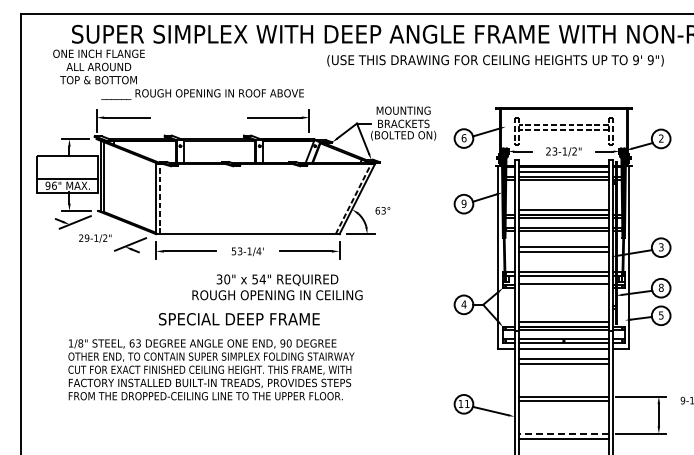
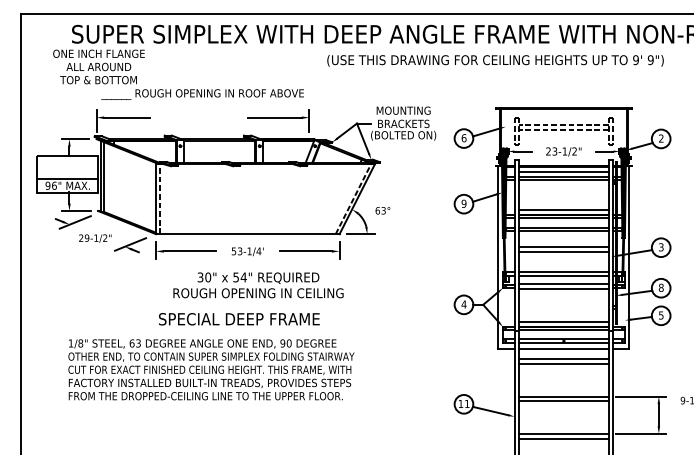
text at (277, 287) position: (277, 287) -> (258, 285)
line at (563, 289): none -> present
line at (563, 433): dashed -> solid
